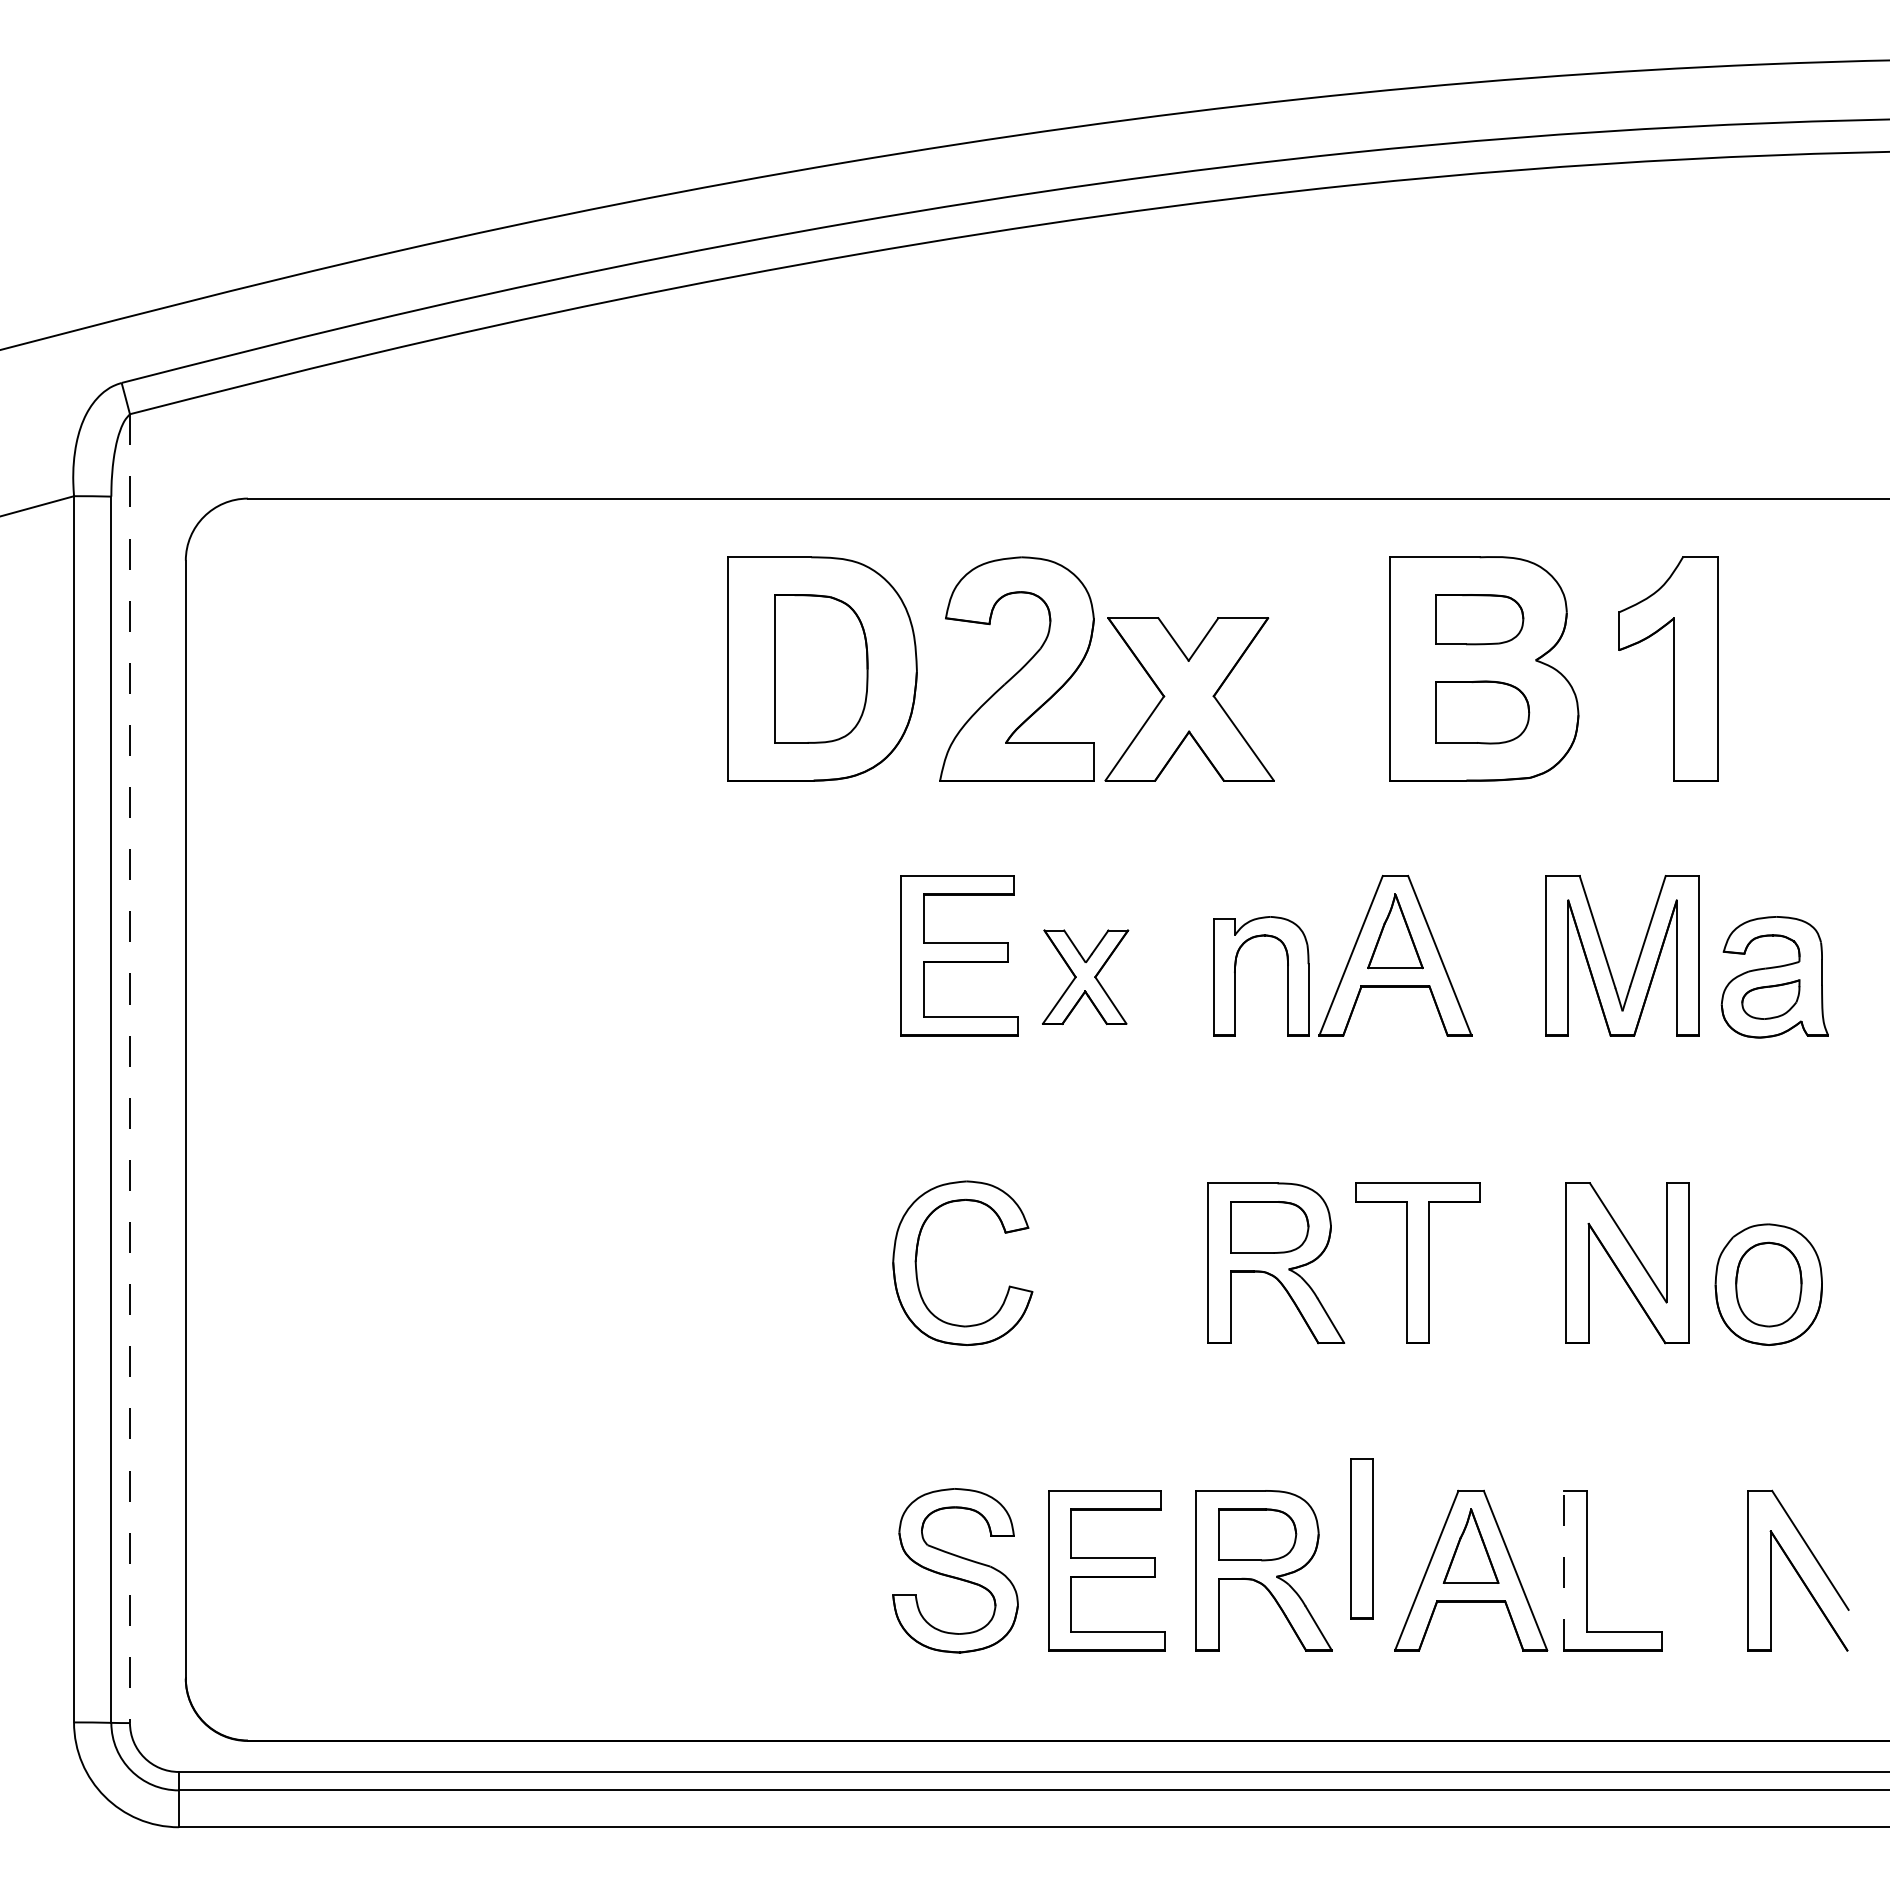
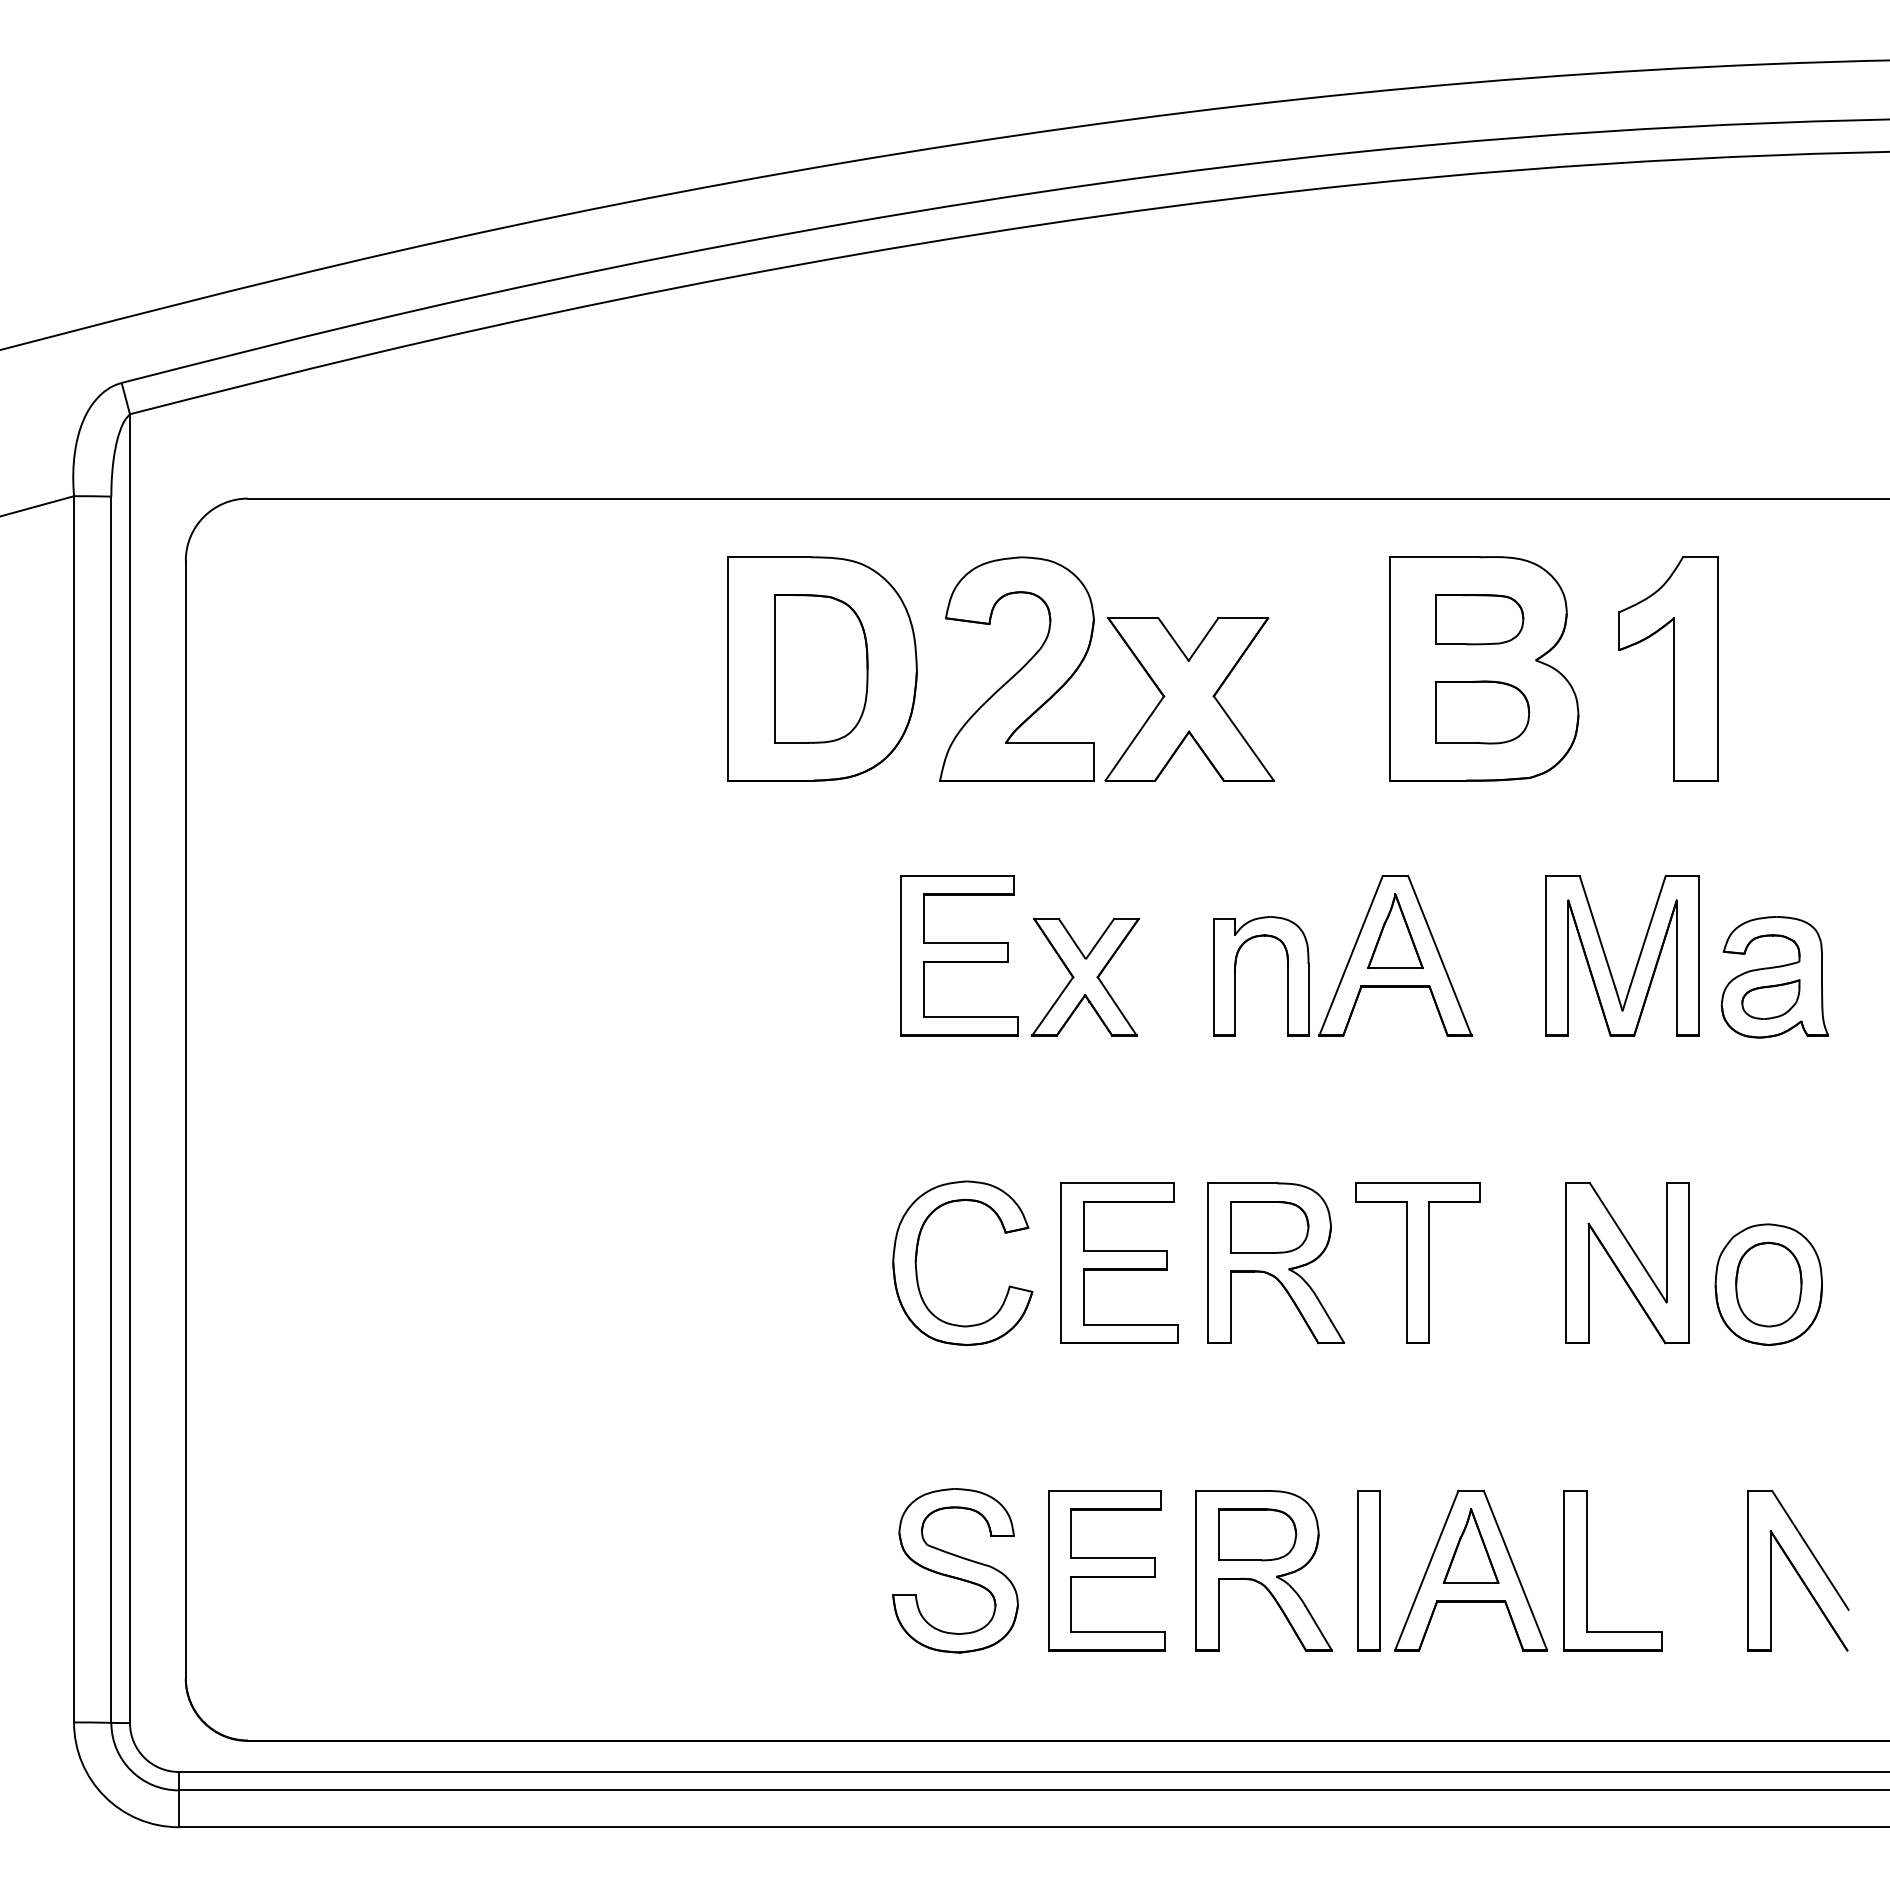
part at (1085, 976) size: 88x96 px -> 109x120 px
line at (129, 1069): dashed -> solid
part at (1119, 1262): none -> present
part at (1361, 1538) position: (1361, 1538) -> (1368, 1570)
line at (1564, 1570): dashed -> solid
